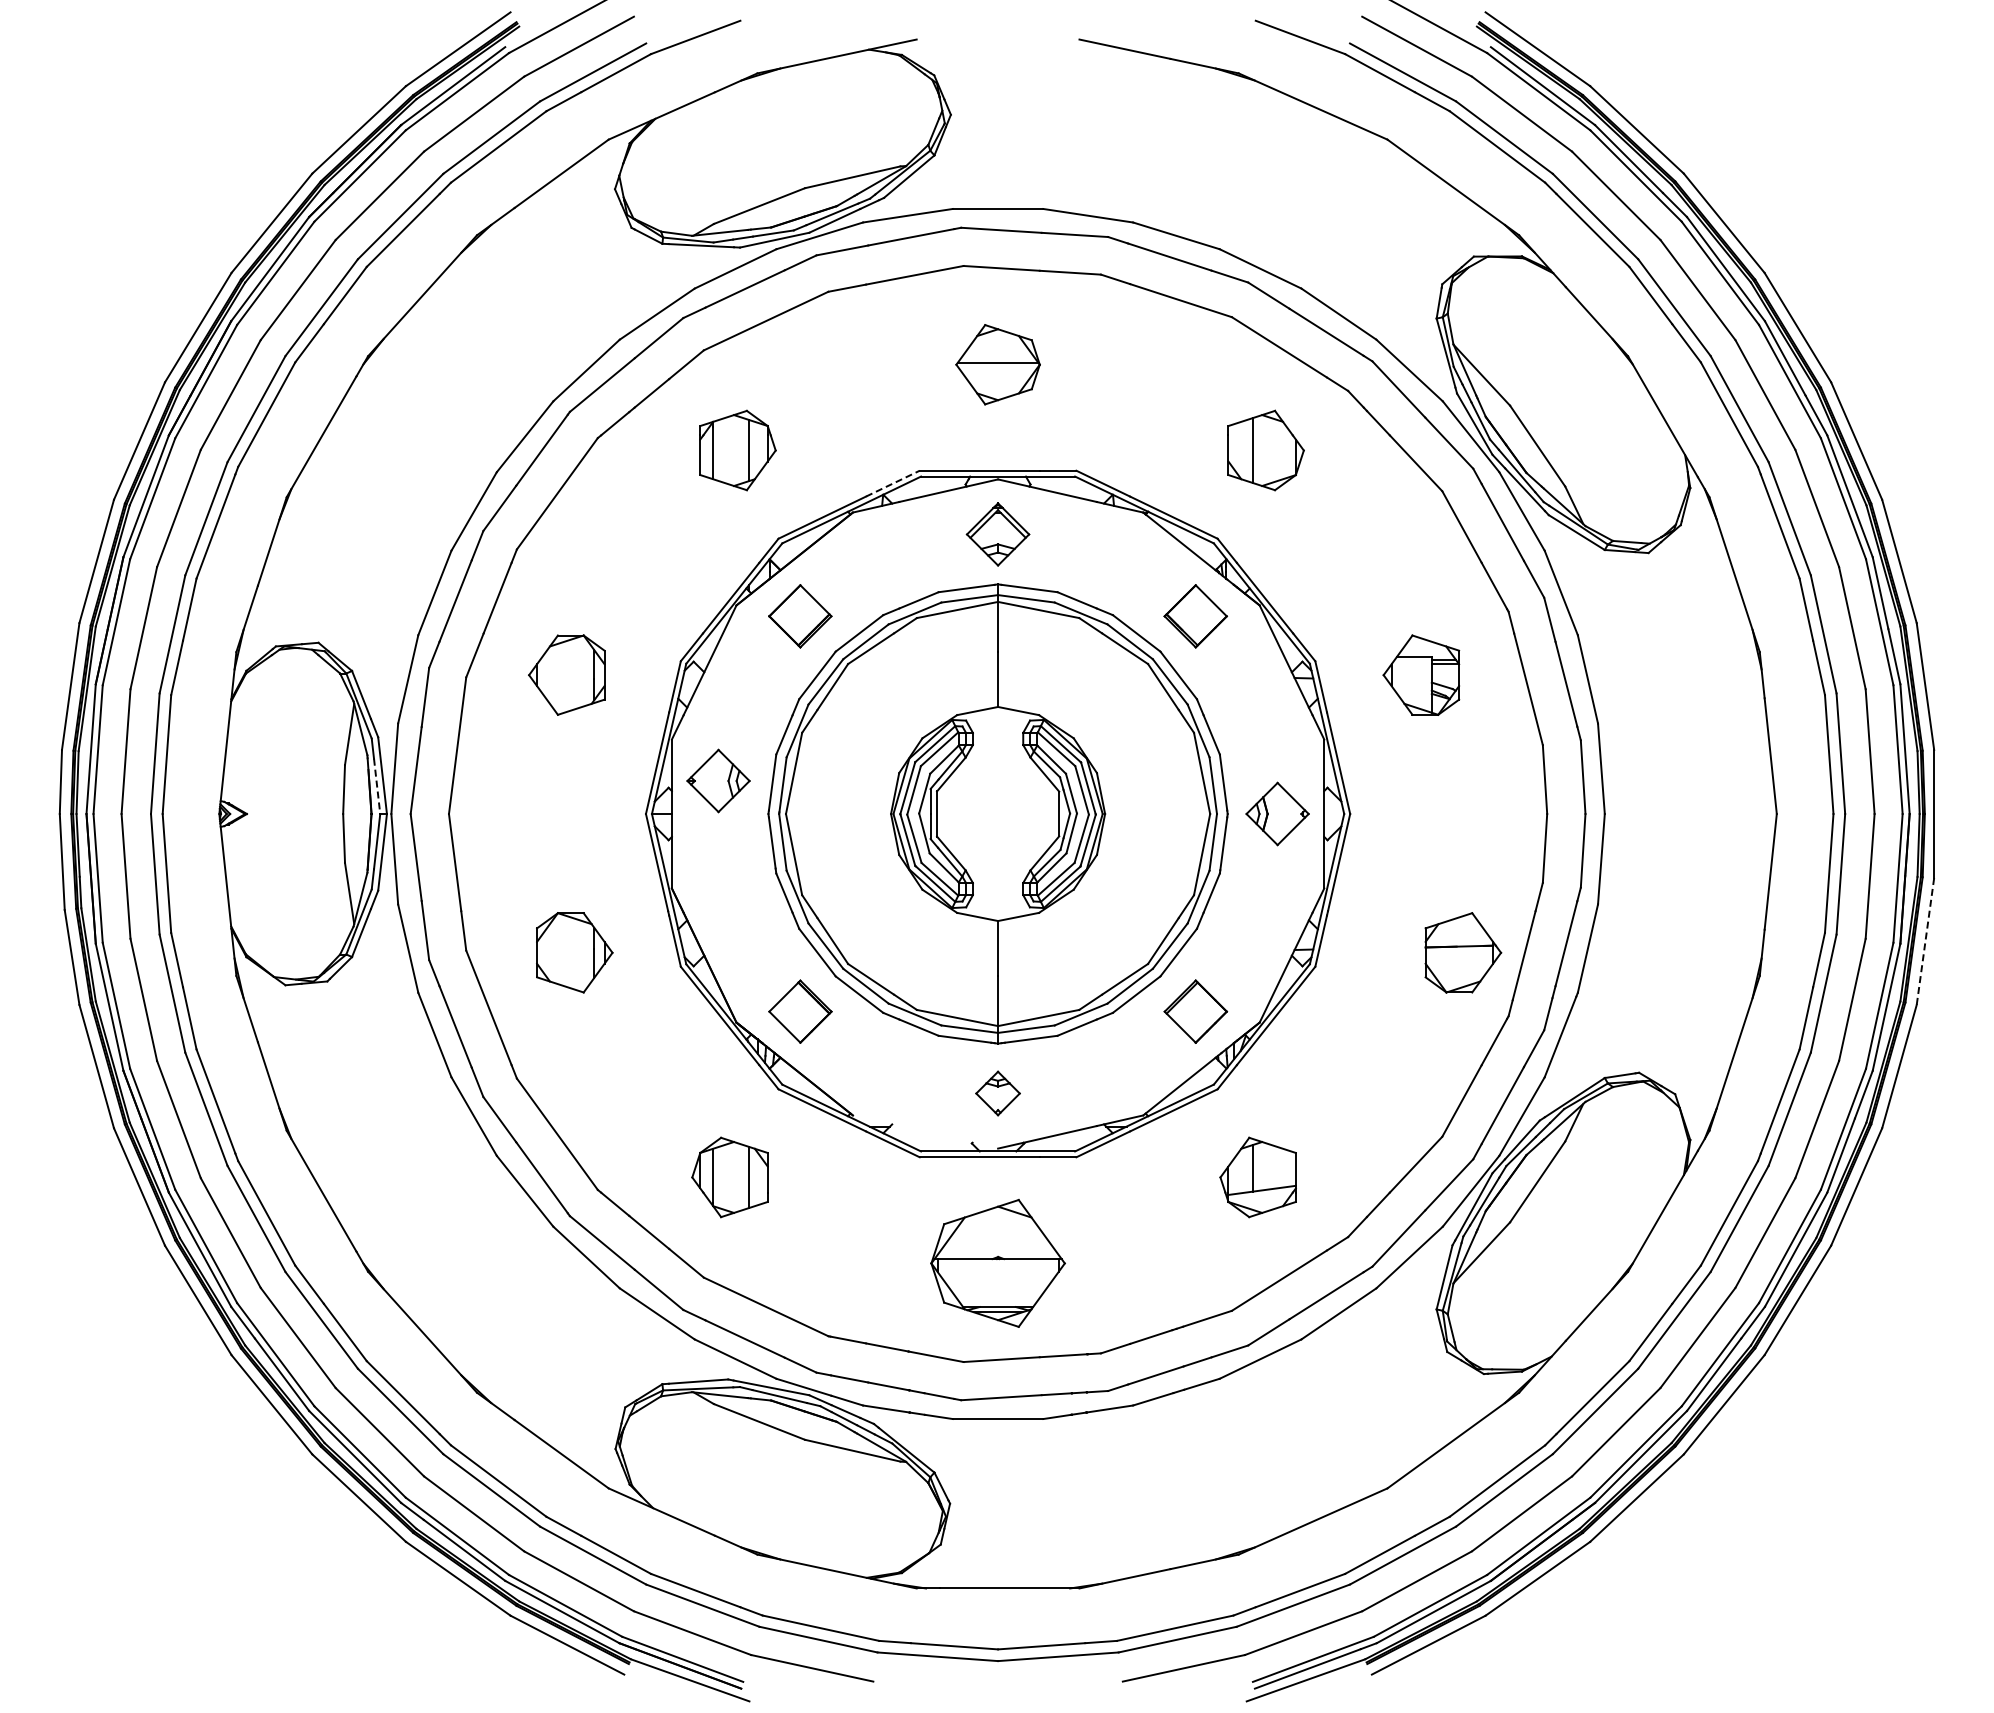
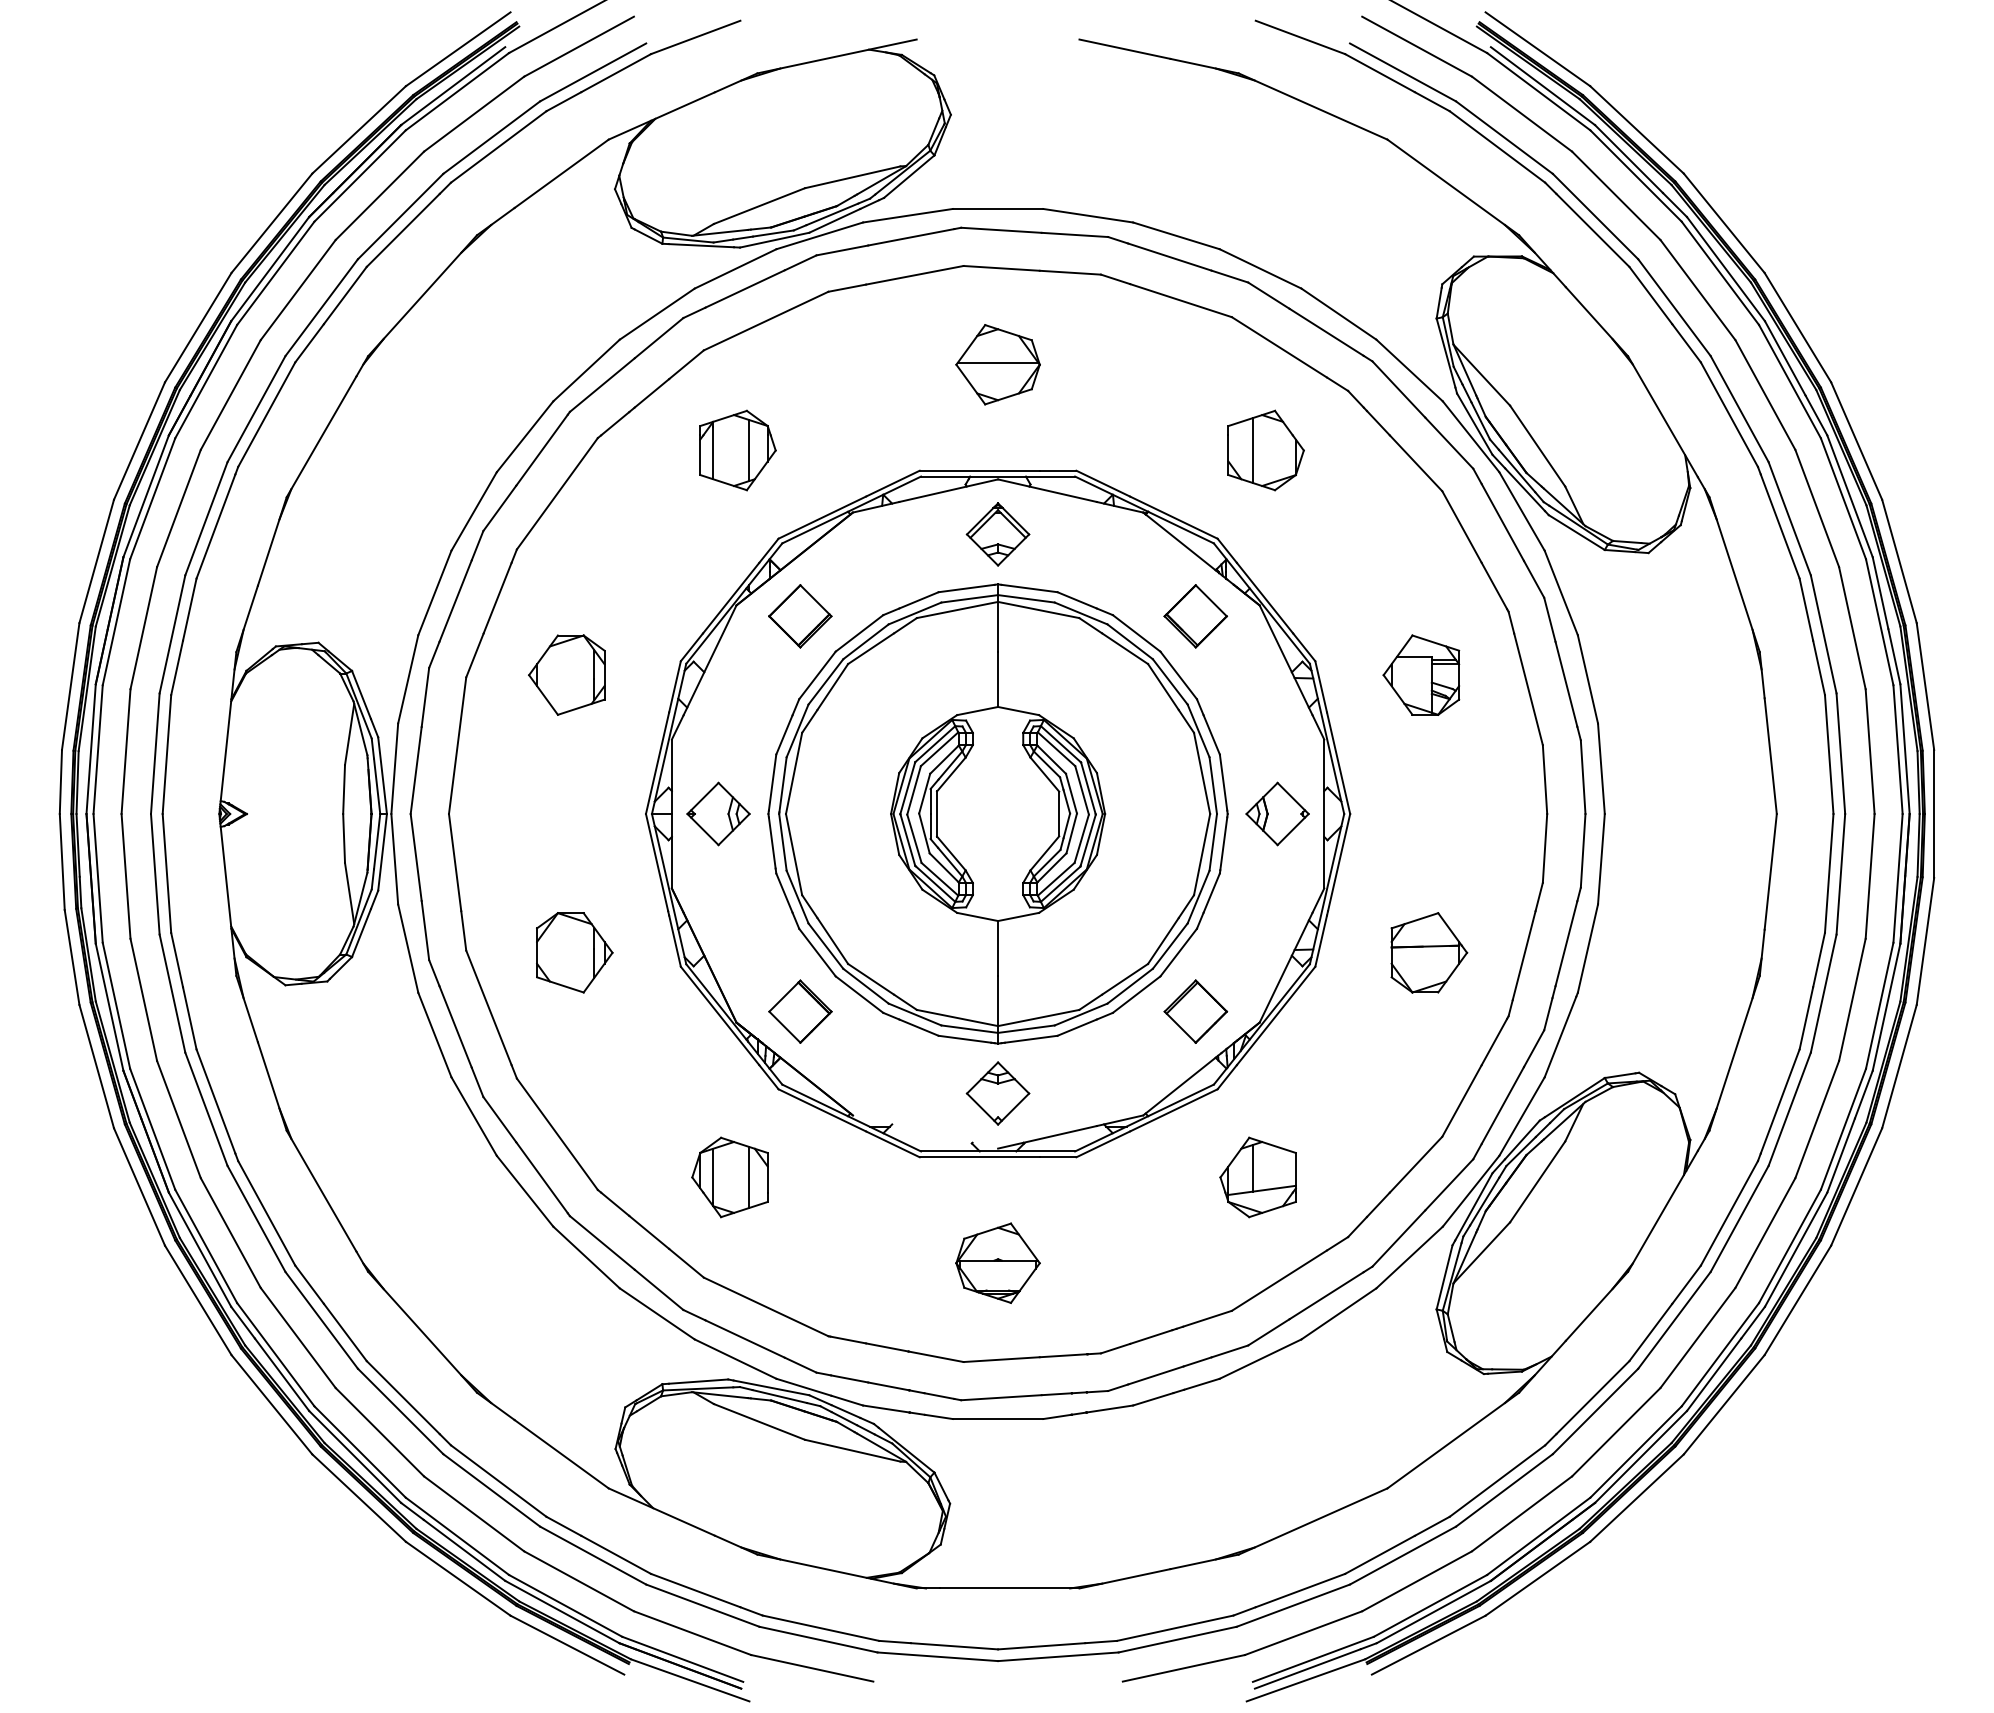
line at (892, 483): dashed -> solid
part at (718, 780) position: (718, 780) -> (718, 813)
line at (377, 786): dashed -> solid
line at (1925, 941): dashed -> solid
part at (1463, 952) position: (1463, 952) -> (1429, 952)
part at (997, 1093) size: 46x47 px -> 66x65 px
part at (997, 1263) size: 136x129 px -> 86x82 px
